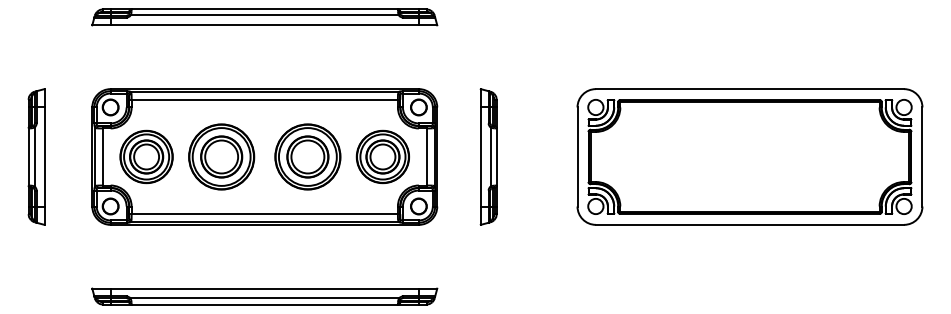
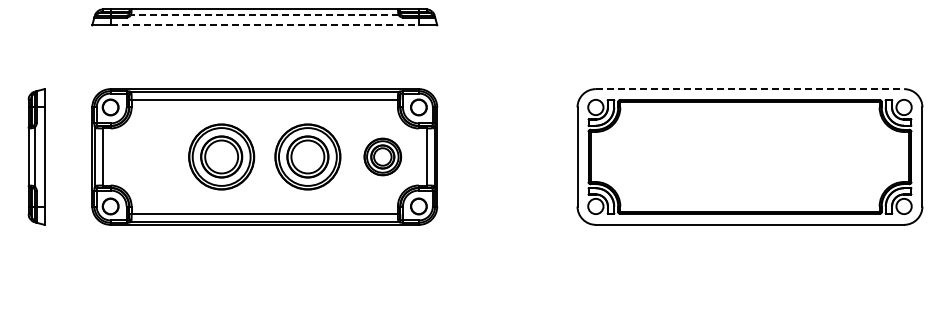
line at (264, 15): solid -> dashed
line at (265, 25): solid -> dashed
line at (750, 89): solid -> dashed
part at (146, 156): present -> none
part at (382, 156) size: 55x56 px -> 39x40 px
part at (488, 156): present -> none
part at (264, 296): present -> none
